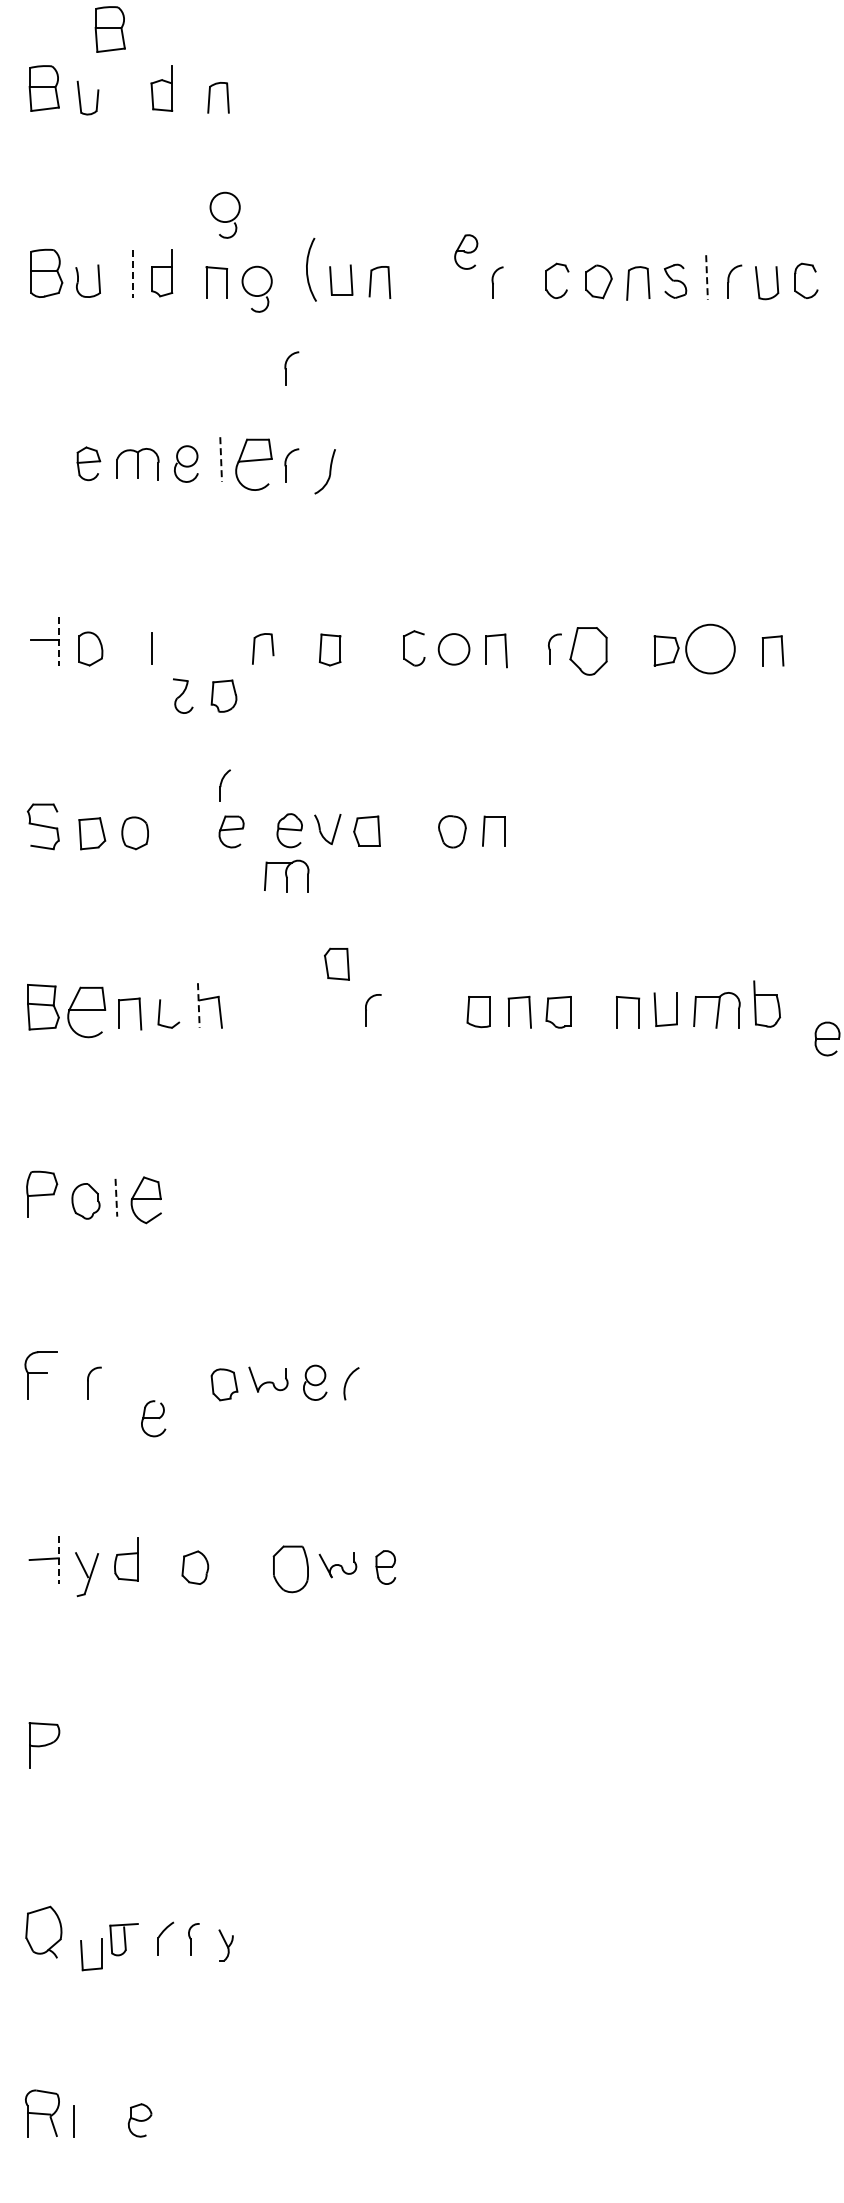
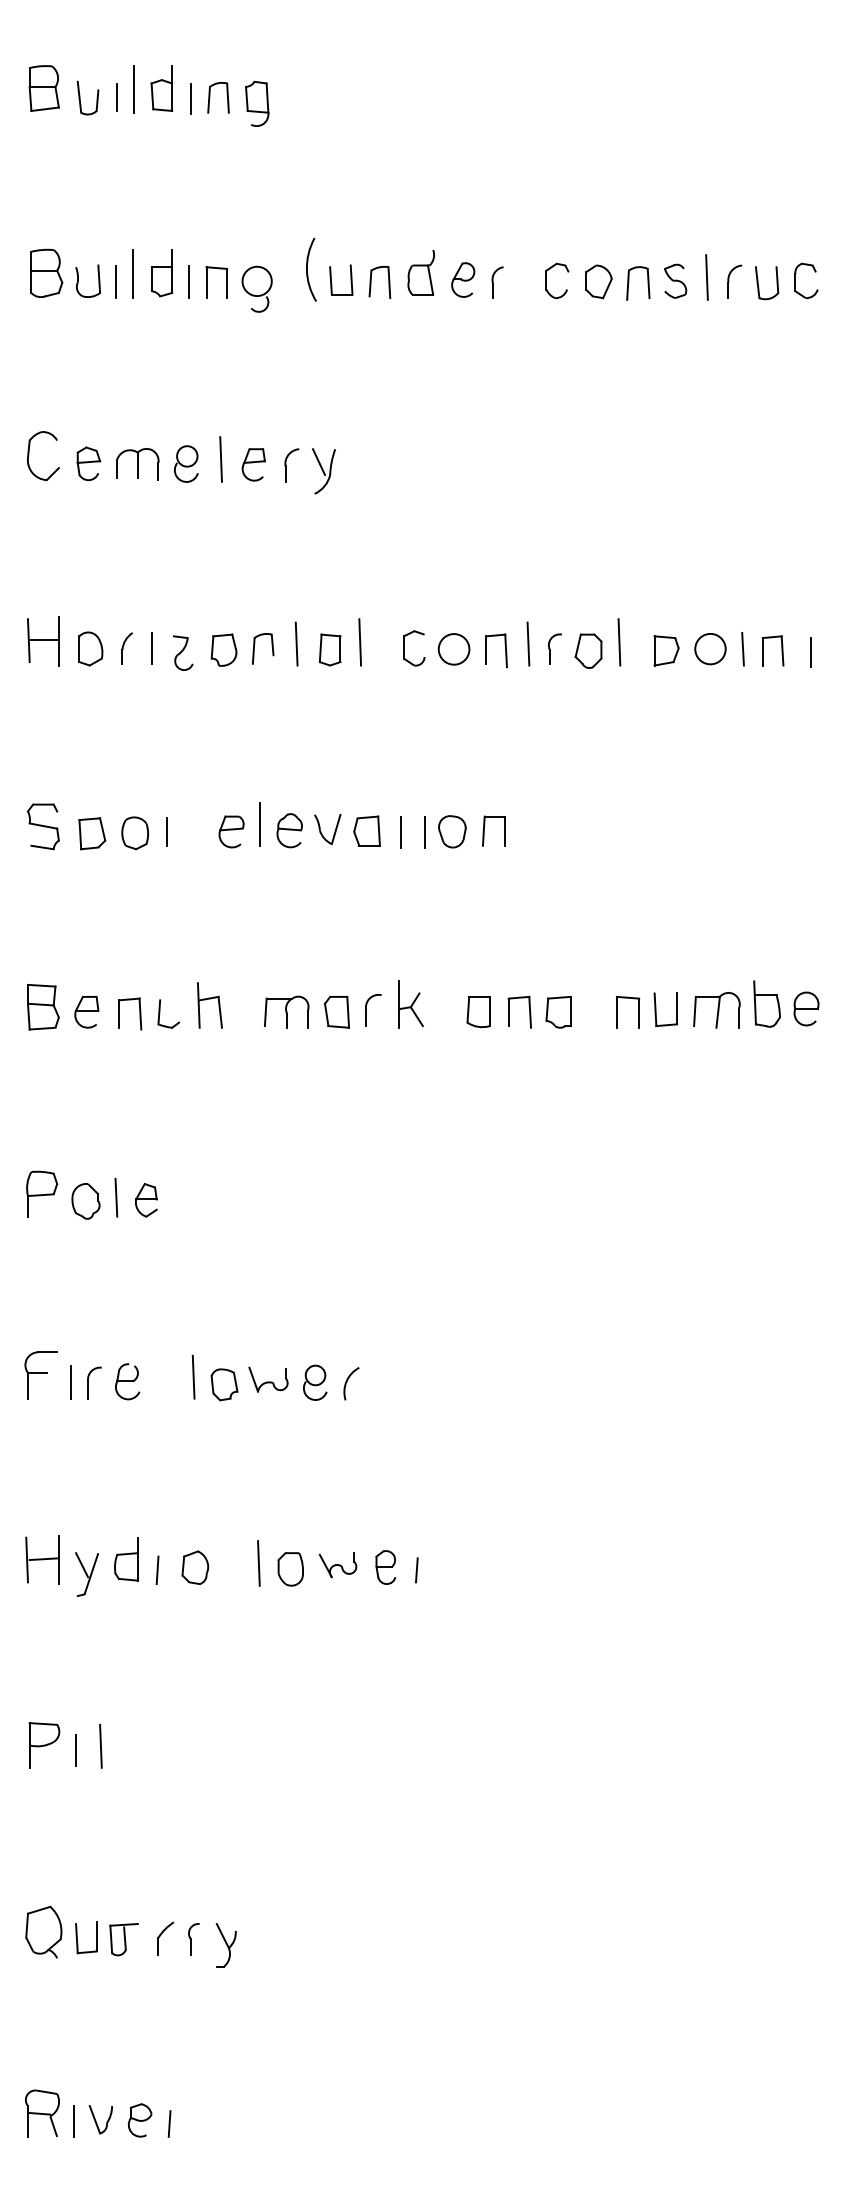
part at (109, 29): present -> none
line at (134, 89): none -> present
line at (117, 96): none -> present
line at (191, 98): none -> present
part at (257, 103): none -> present
part at (224, 214): present -> none
part at (466, 251) position: (466, 251) -> (463, 279)
part at (420, 272): none -> present
line at (132, 274): dashed -> solid
line at (707, 278): dashed -> solid
line at (115, 281): none -> present
line at (189, 281): none -> present
part at (291, 368): present -> none
part at (29, 455): none -> present
line at (221, 460): dashed -> solid
line at (318, 461): none -> present
part at (253, 464) size: 38x53 px -> 25x34 px
line at (28, 640): none -> present
line at (58, 642): dashed -> solid
line at (360, 642): none -> present
line at (619, 642): none -> present
line at (296, 643): none -> present
line at (528, 643): none -> present
circle at (710, 648) diameter: 49 px -> 30 px
line at (742, 648): none -> present
part at (588, 651) size: 39x49 px -> 29x36 px
line at (810, 652): none -> present
part at (183, 695) position: (183, 695) -> (183, 652)
part at (223, 695) position: (223, 695) -> (223, 649)
part at (224, 785) position: (224, 785) -> (126, 648)
line at (259, 823): none -> present
line at (167, 831): none -> present
line at (400, 831): none -> present
line at (424, 831): none -> present
part at (286, 875) position: (286, 875) -> (286, 1011)
part at (336, 963) position: (336, 963) -> (336, 1011)
part at (410, 1004): none -> present
line at (198, 1005): dashed -> solid
part at (86, 1012) size: 40x53 px -> 26x34 px
part at (827, 1038) position: (827, 1038) -> (806, 1008)
line at (116, 1197): dashed -> solid
part at (145, 1200) size: 32x49 px -> 23x35 px
line at (193, 1376): none -> present
line at (70, 1382): none -> present
part at (153, 1418) position: (153, 1418) -> (127, 1381)
line at (26, 1559): none -> present
line at (58, 1560): dashed -> solid
line at (258, 1563): none -> present
part at (290, 1569) size: 37x49 px -> 27x35 px
line at (157, 1570): none -> present
line at (416, 1570): none -> present
line at (100, 1745): none -> present
line at (76, 1750): none -> present
part at (225, 1945) size: 16x33 px -> 22x45 px
part at (82, 1954) position: (82, 1954) -> (77, 1937)
part at (100, 2119): none -> present
line at (169, 2123): none -> present
